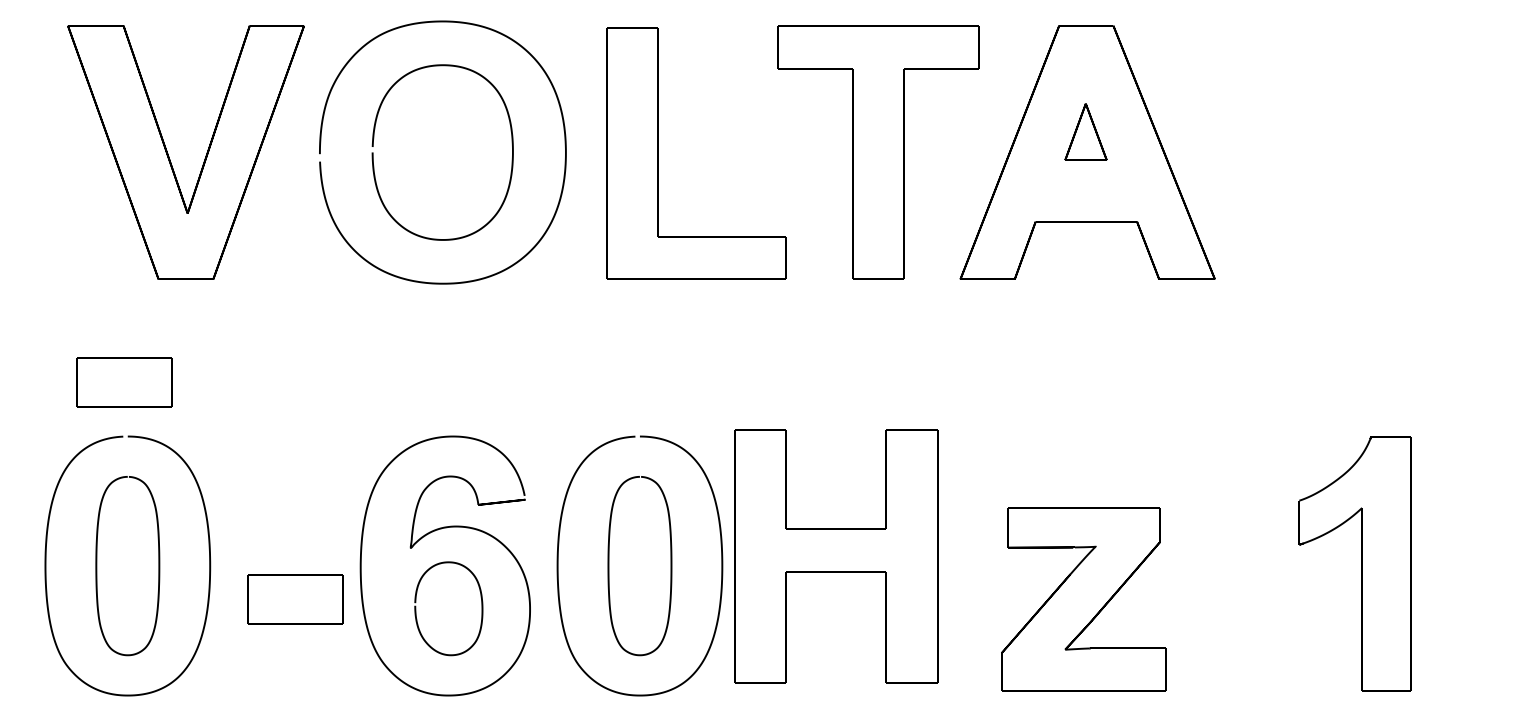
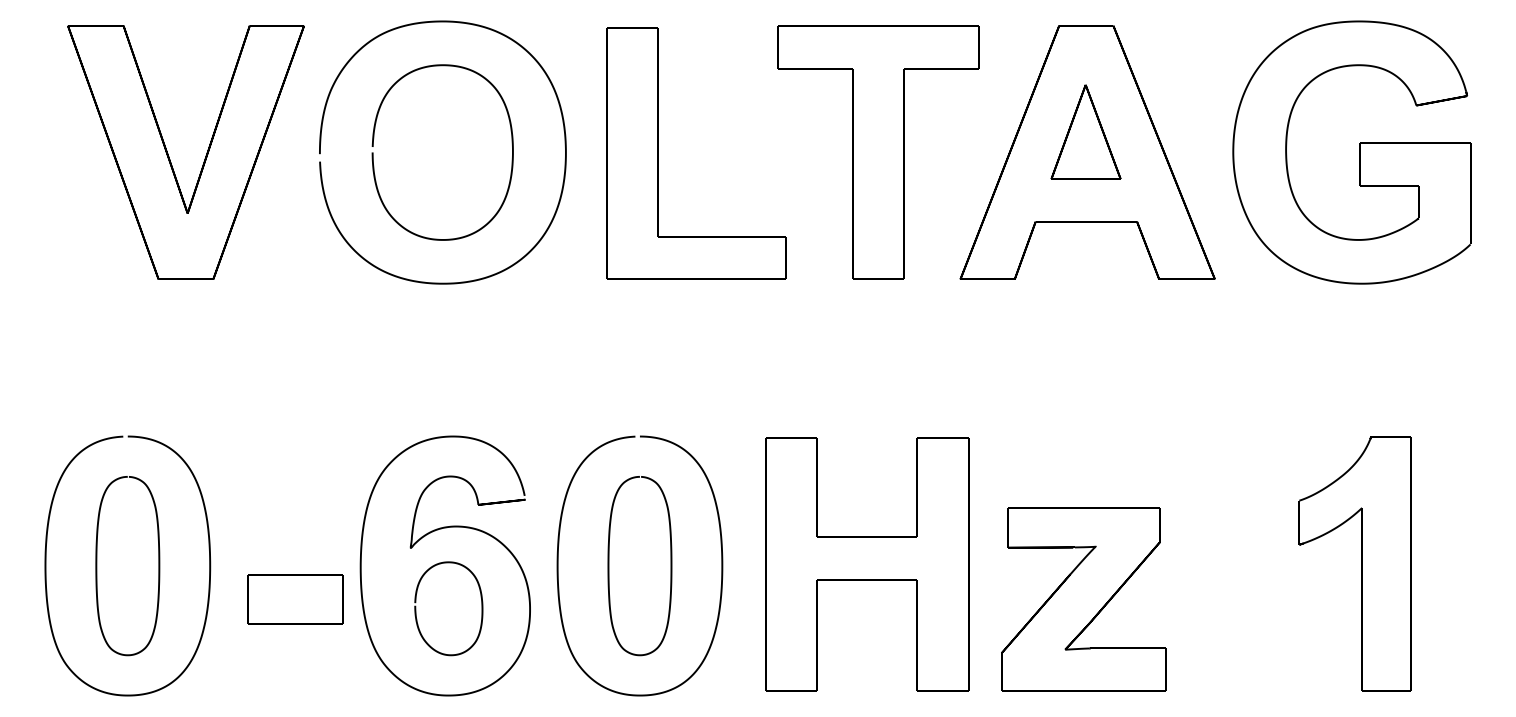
part at (1085, 131) size: 44x58 px -> 72x96 px
part at (1359, 152): none -> present
part at (124, 382): present -> none
part at (836, 556) position: (836, 556) -> (867, 564)
